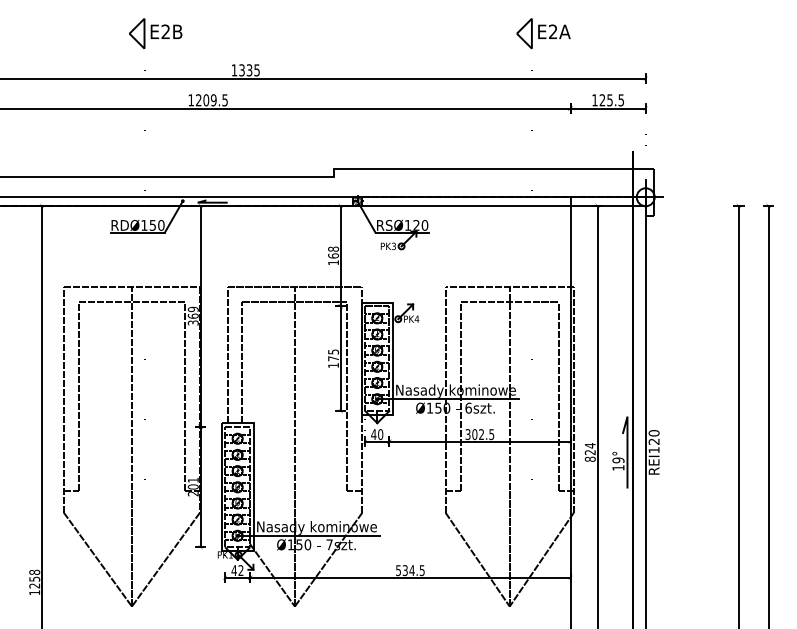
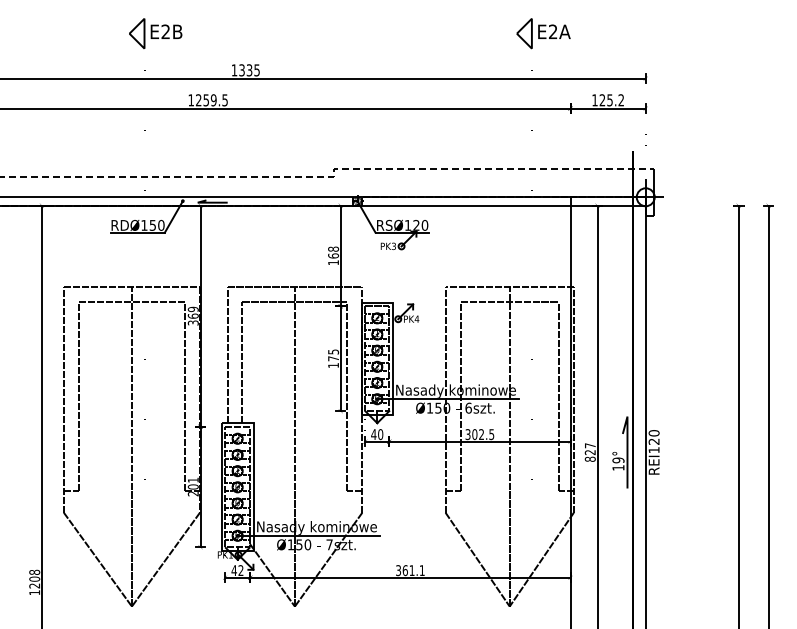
text at (206, 100): 1209.5 -> 1259.5
text at (620, 100): 125.5 -> 125.2
line at (333, 176): solid -> dashed
text at (590, 445): 824 -> 827
text at (410, 570): 534.5 -> 361.1
text at (34, 578): 1258 -> 1208
